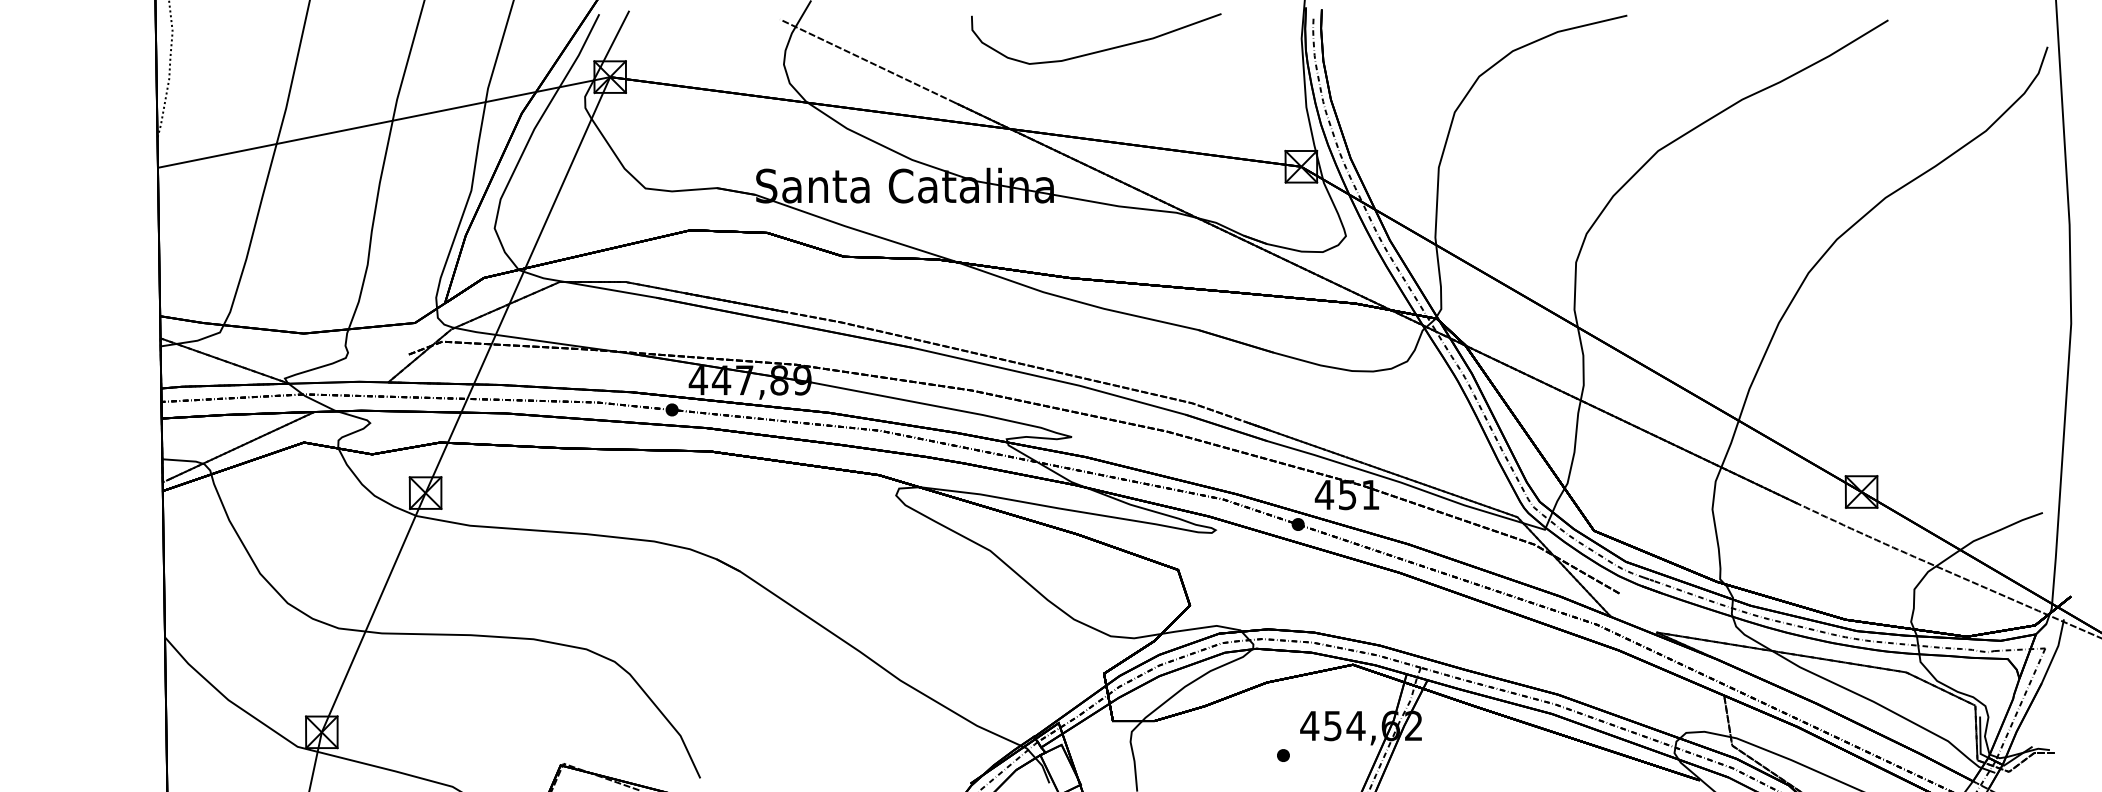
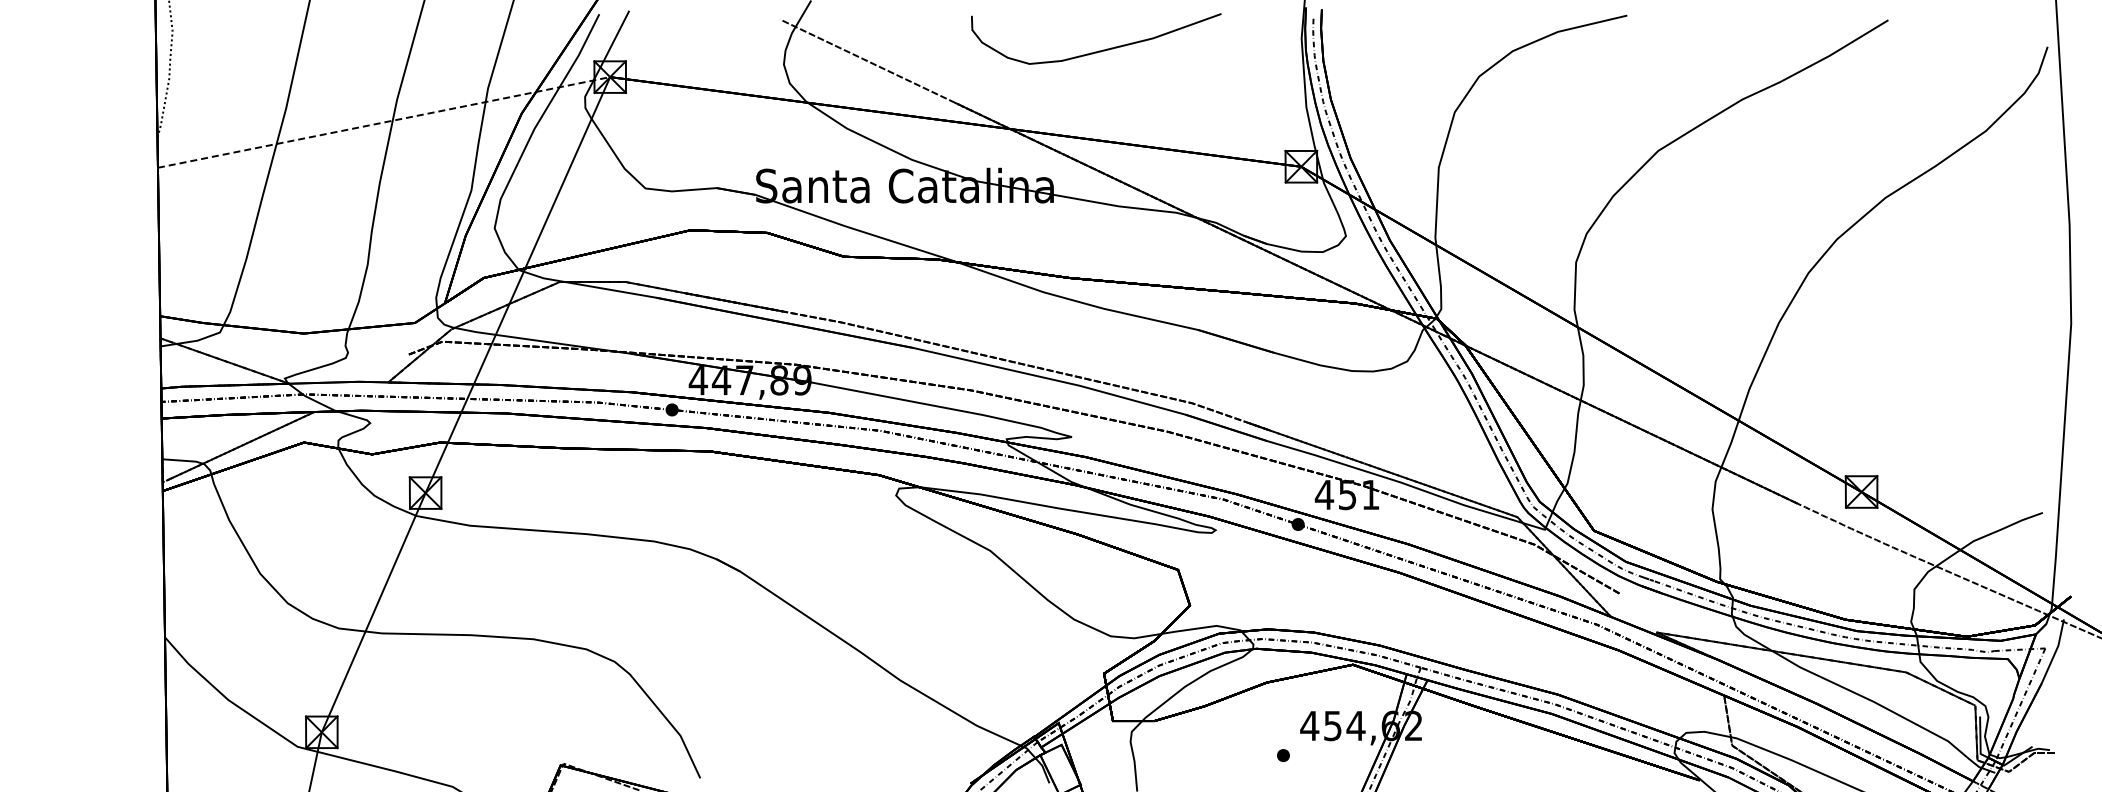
line at (384, 122): solid -> dashed
